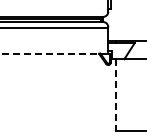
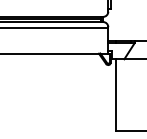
line at (54, 53): dashed -> solid
line at (116, 94): dashed -> solid
